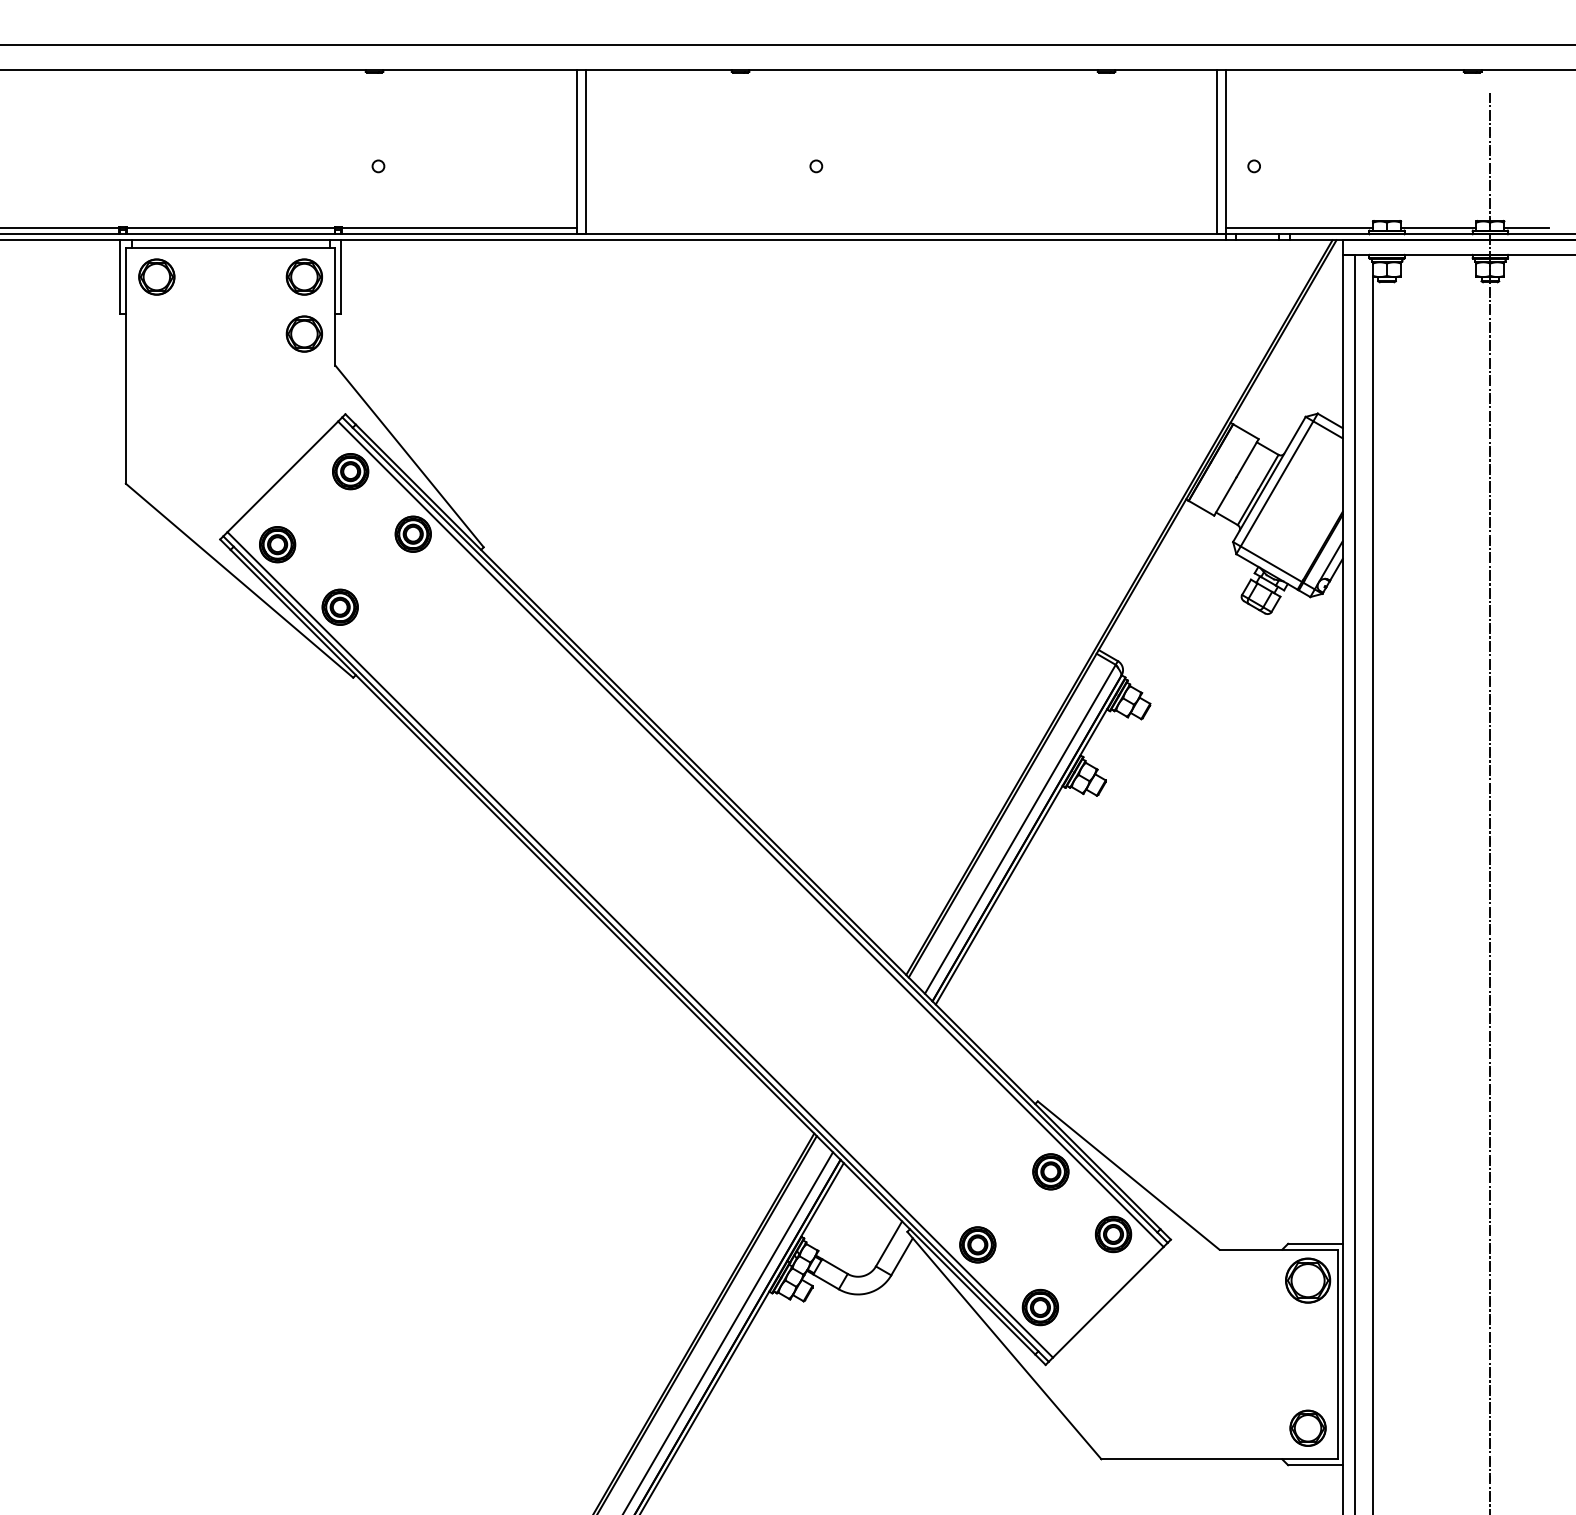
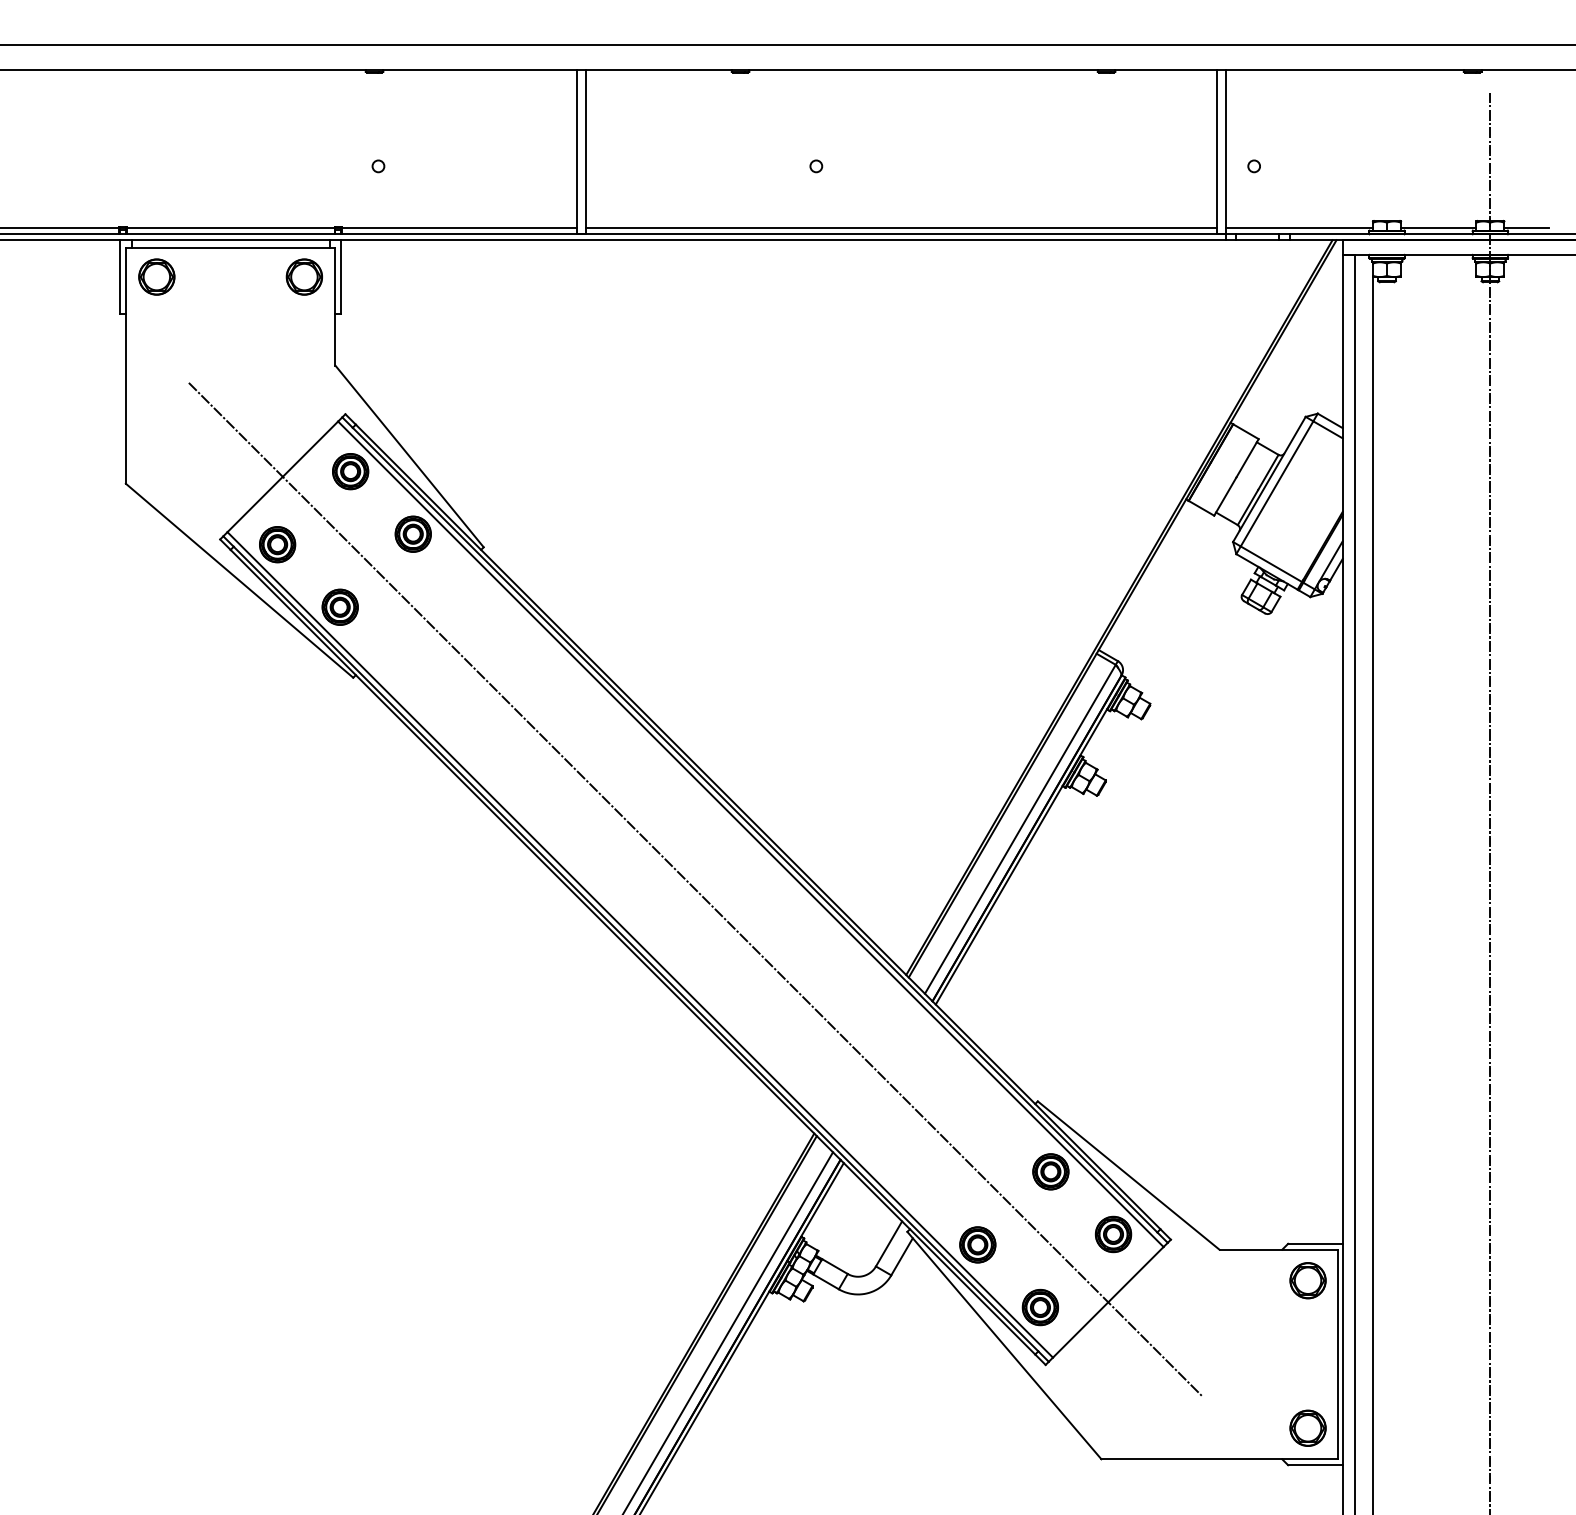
line at (901, 228): none -> present
part at (303, 333): present -> none
line at (695, 889): none -> present
part at (1308, 1280) size: 47x47 px -> 38x38 px
